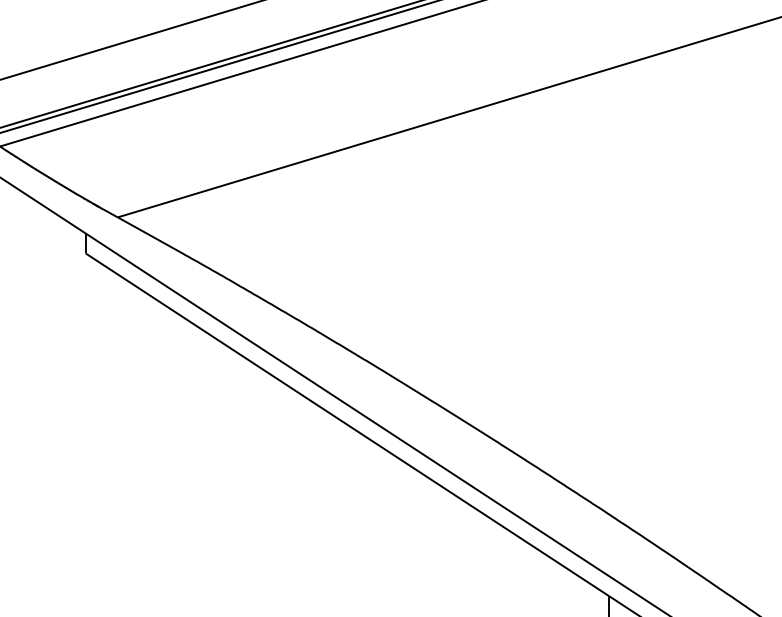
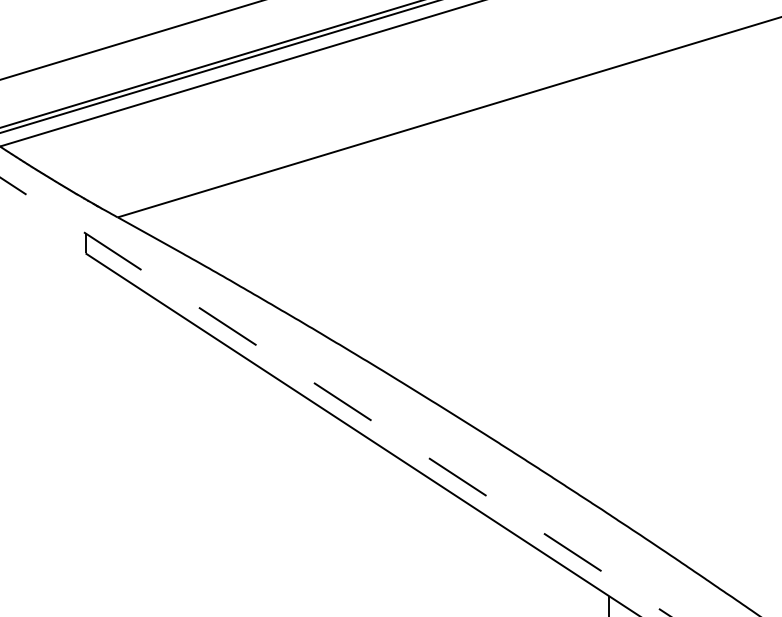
line at (335, 397): solid -> dashed
